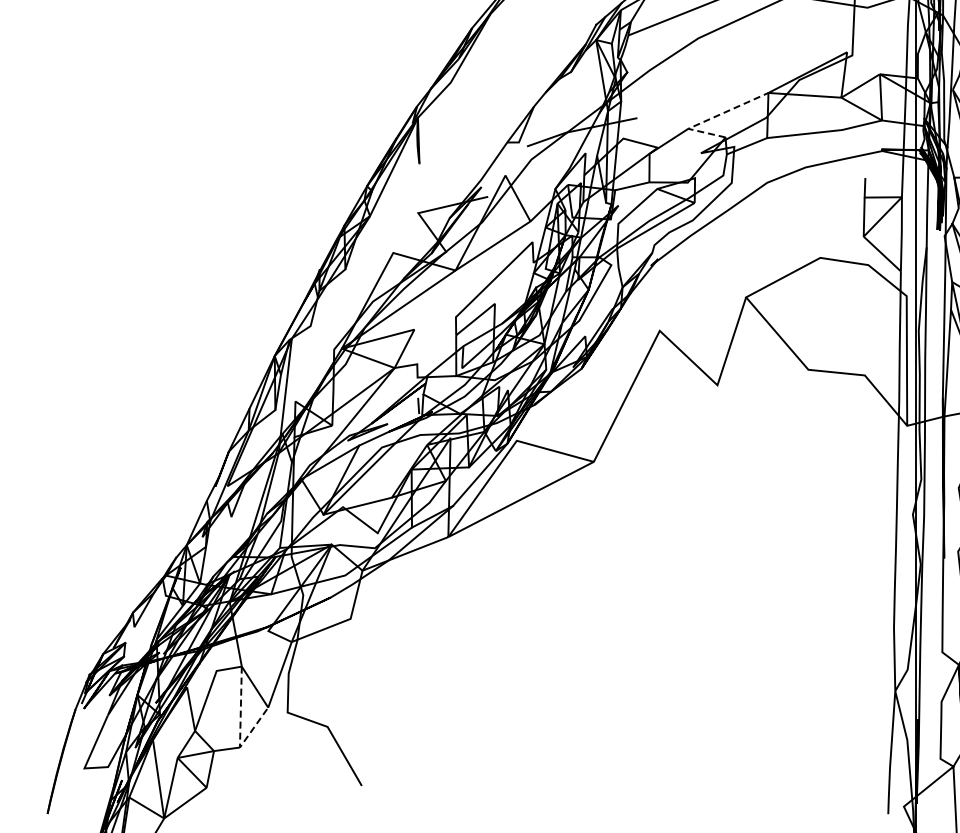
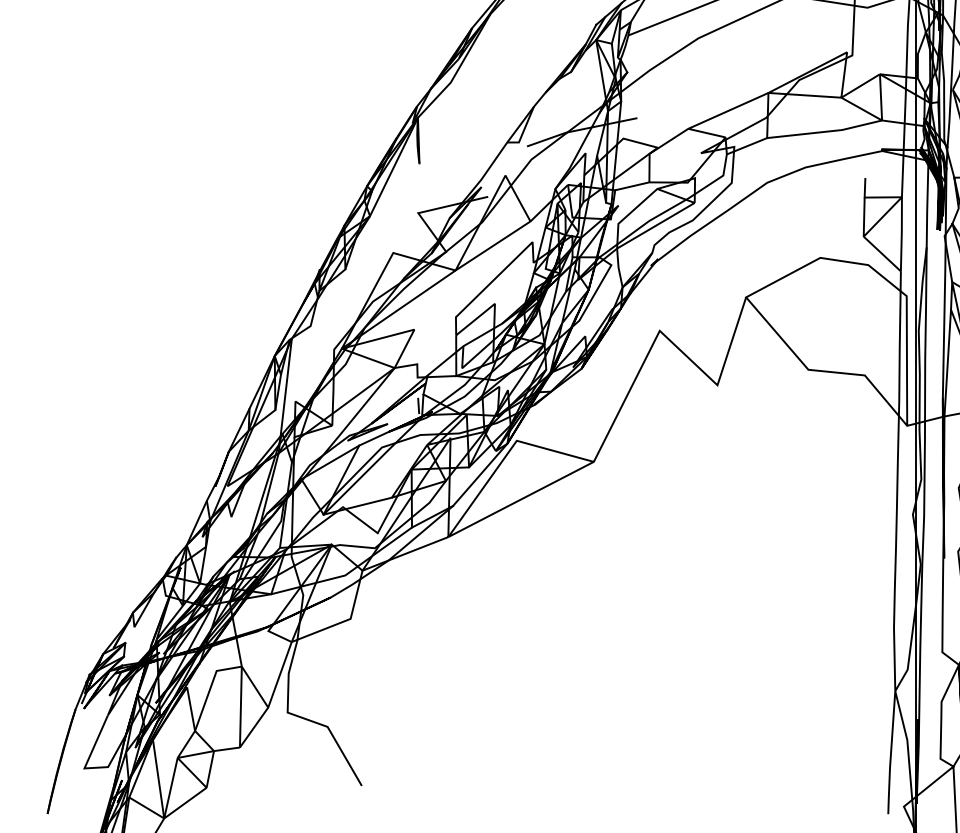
line at (710, 119): dashed -> solid
line at (240, 732): dashed -> solid
